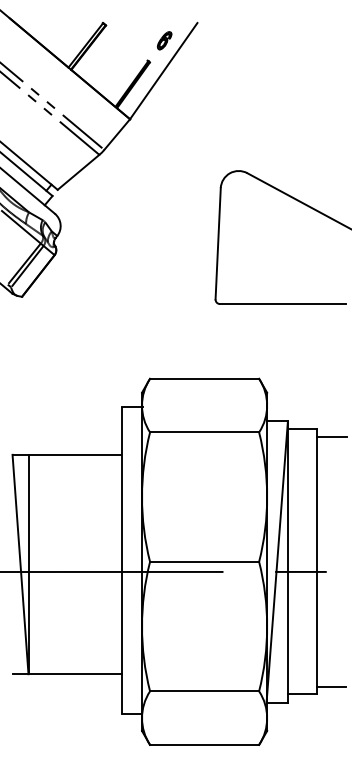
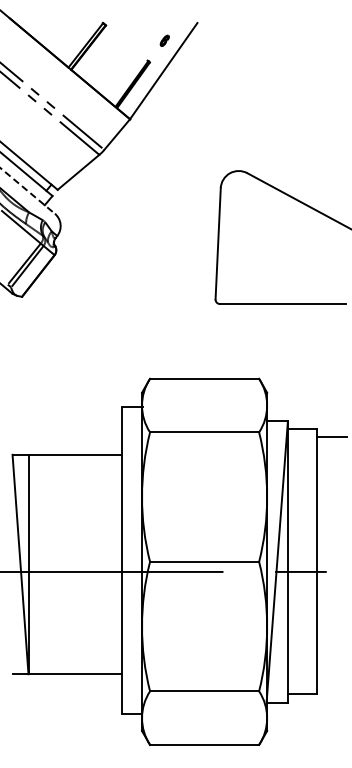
part at (164, 40) size: 16x20 px -> 11x13 px
line at (27, 190): solid -> dashed
line at (331, 687): present -> none
